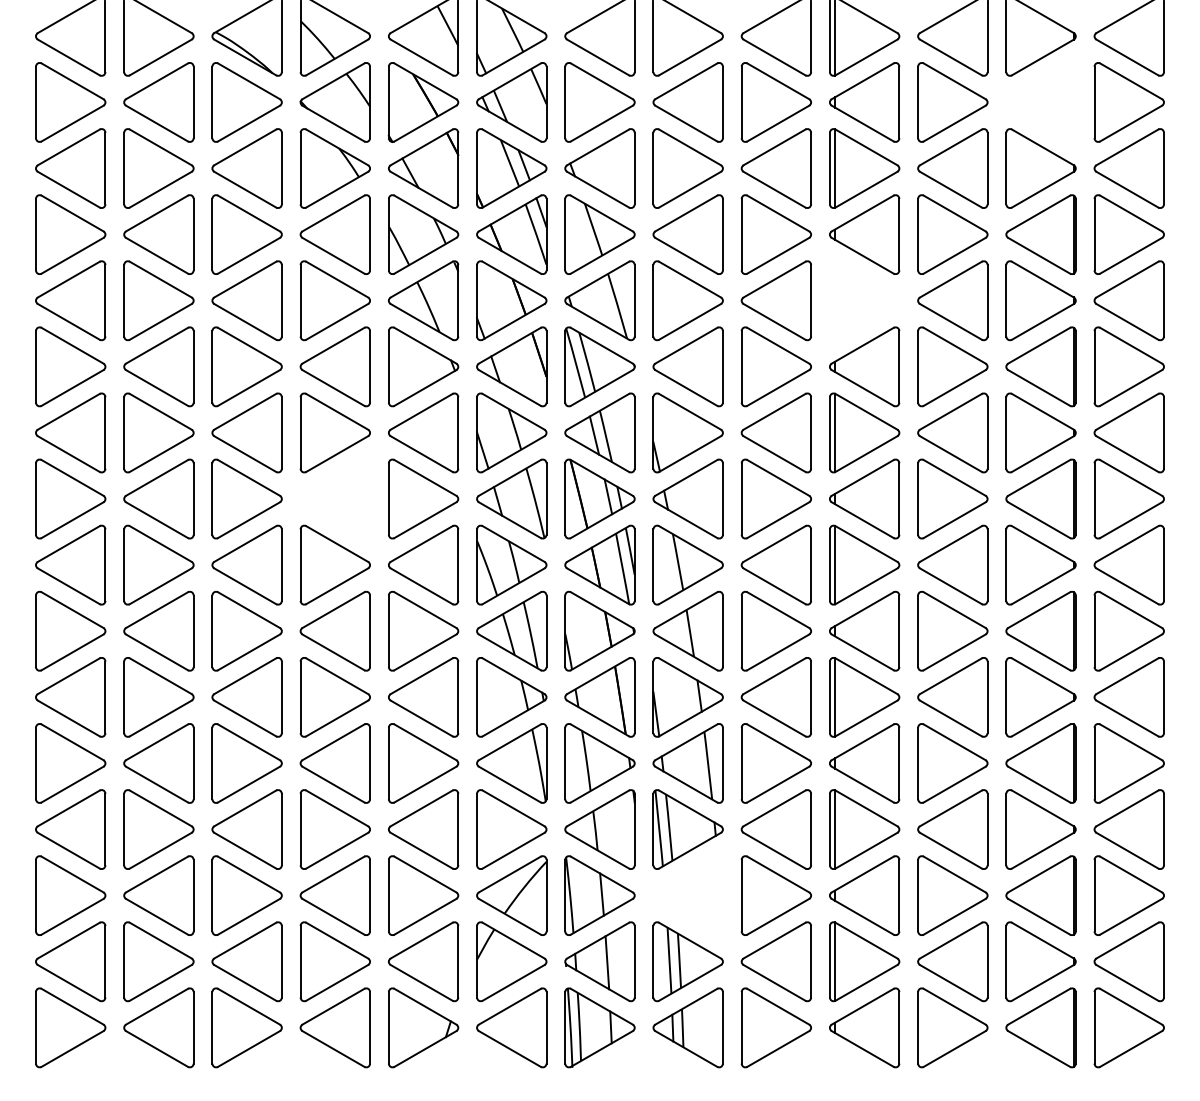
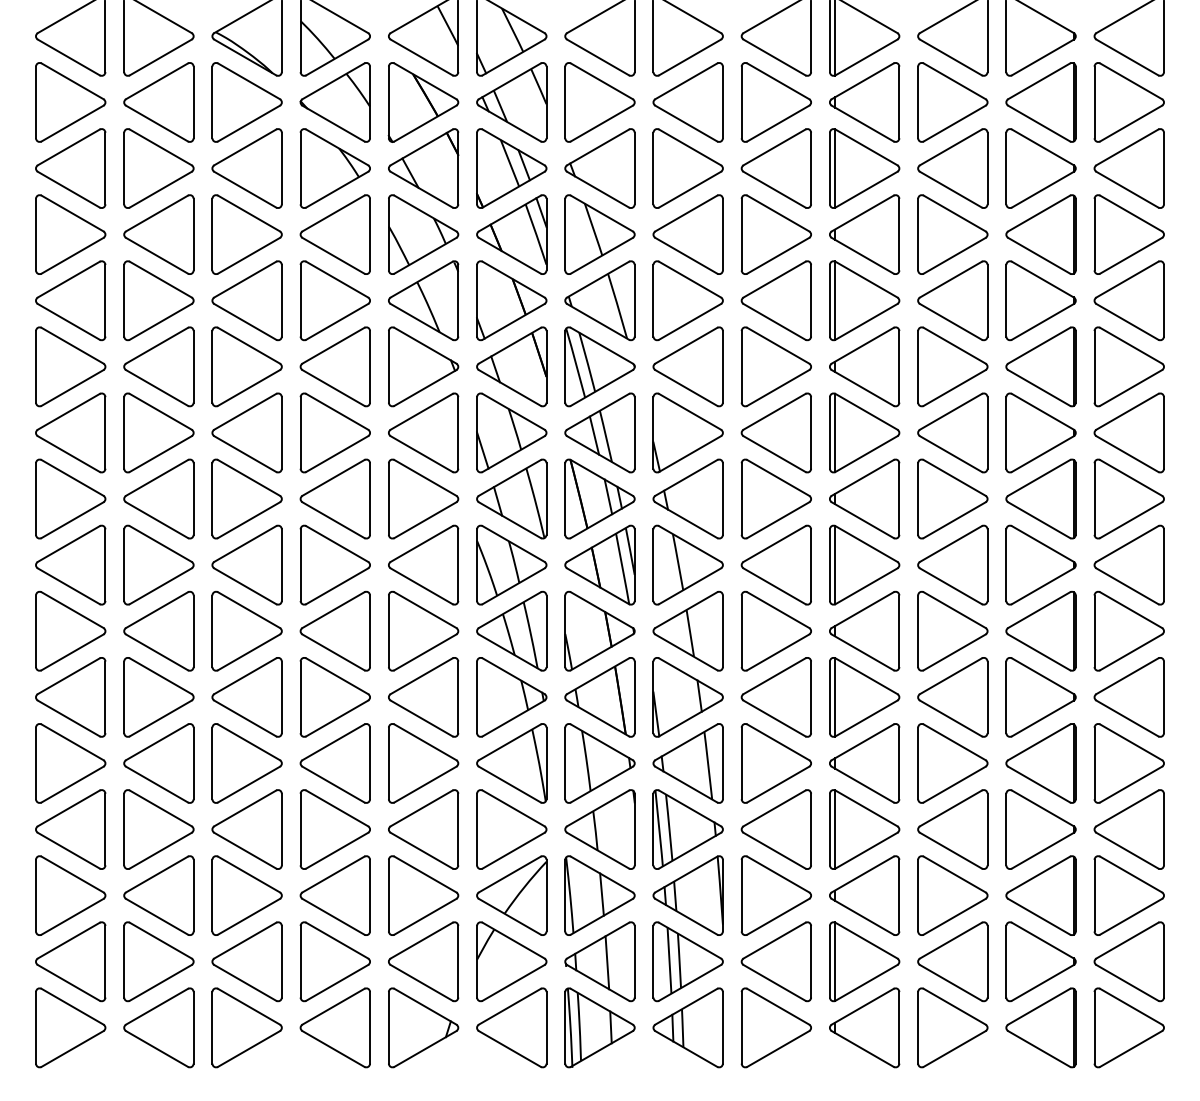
part at (1040, 102): none -> present
part at (864, 300): none -> present
part at (334, 498): none -> present
part at (687, 895): none -> present
